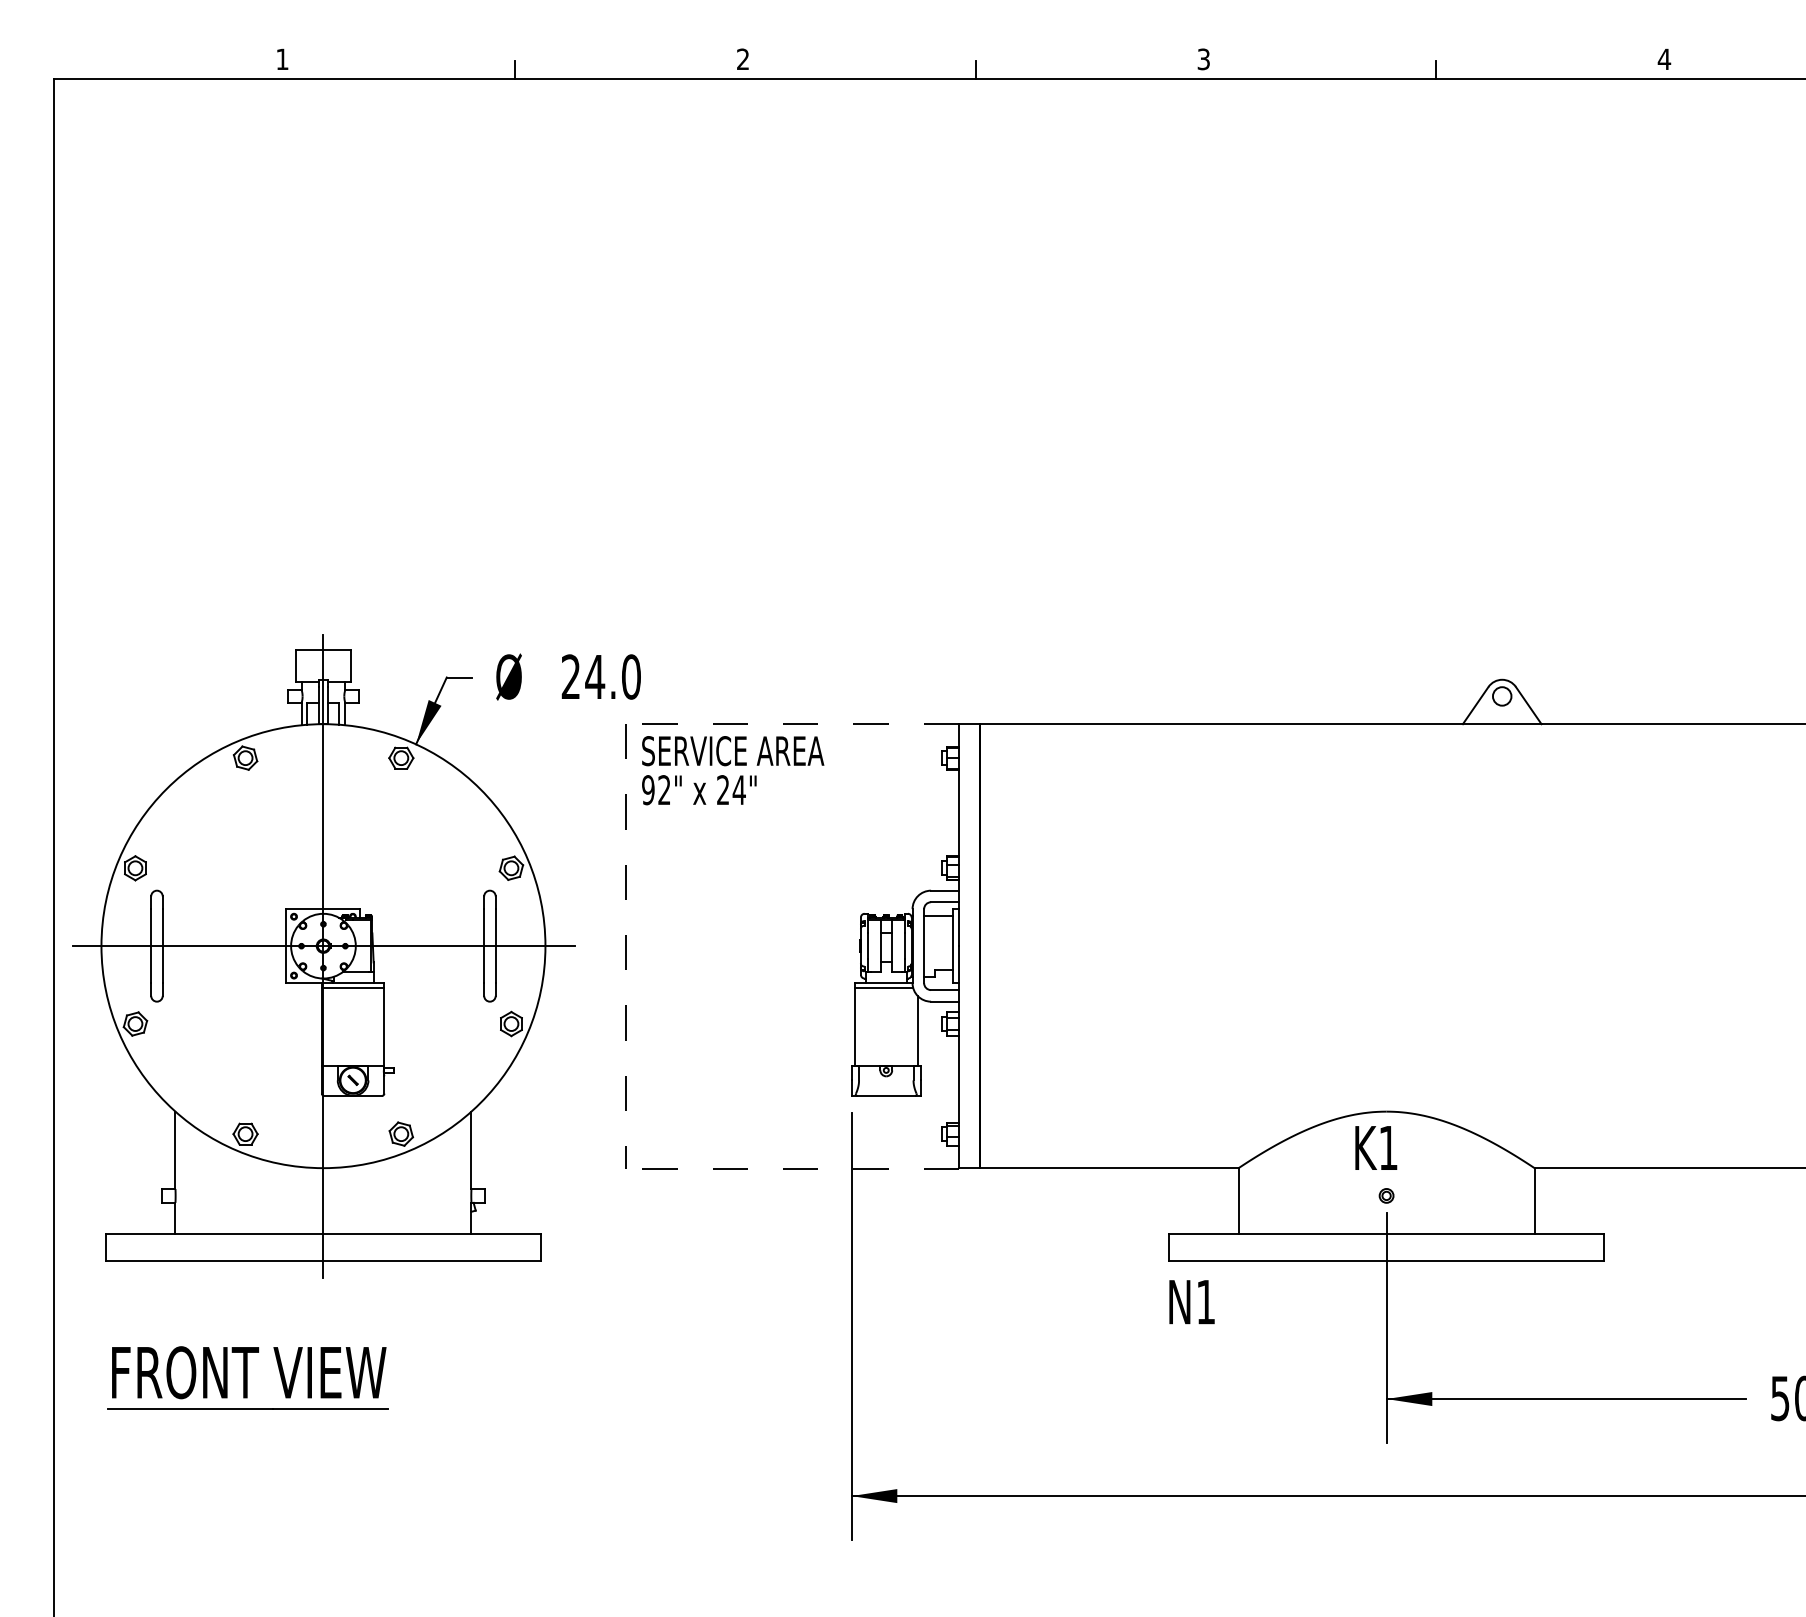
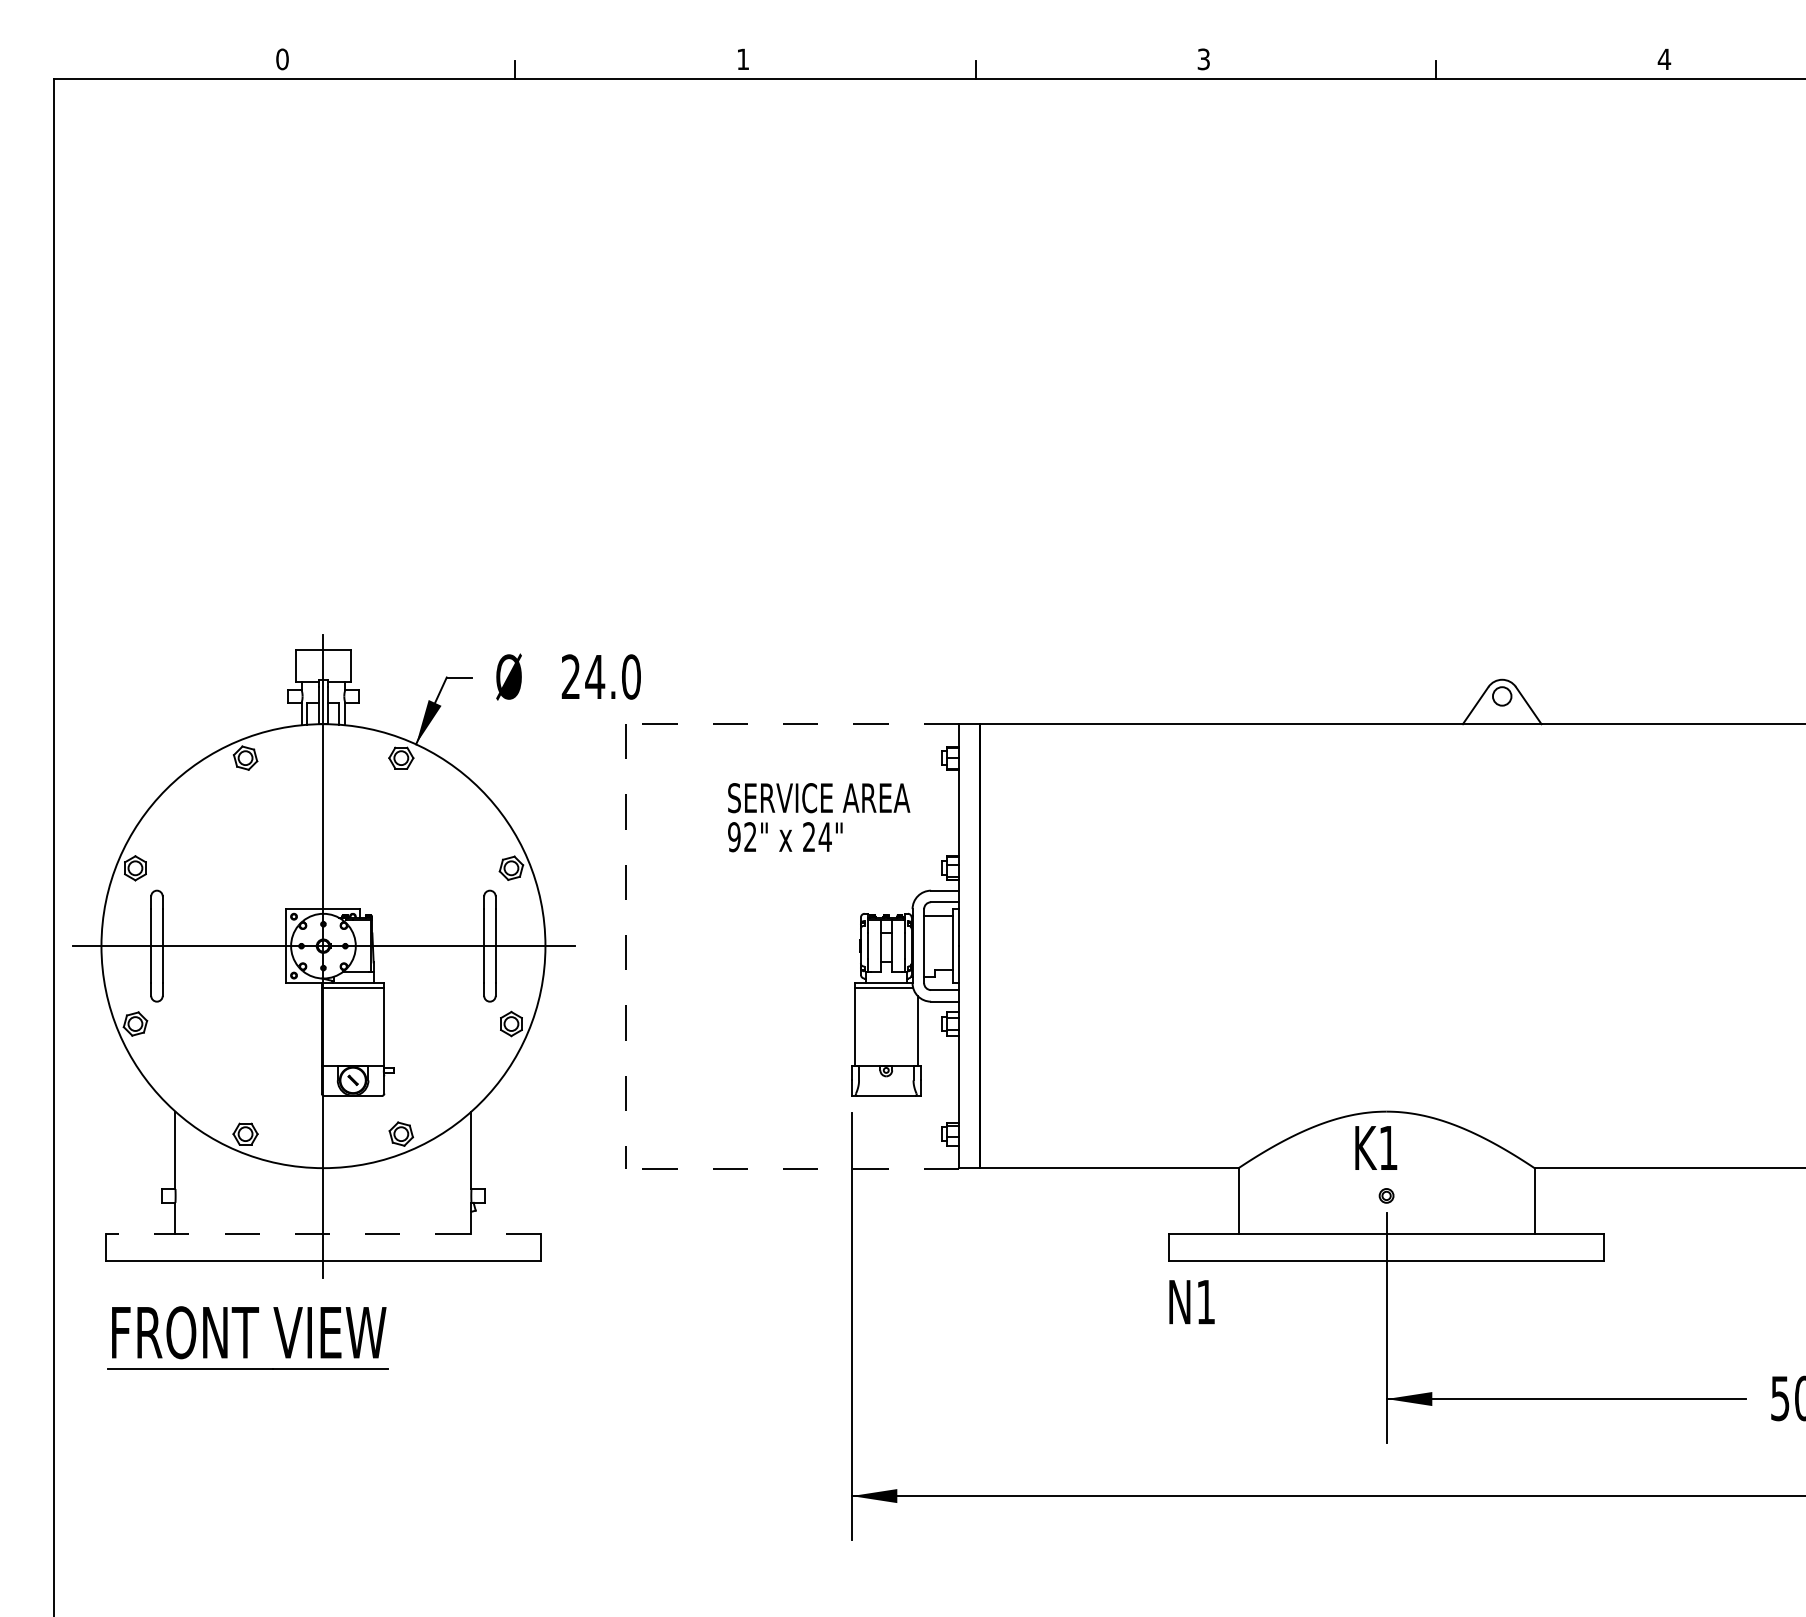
text at (742, 58): 2 -> 1
text at (282, 59): 1 -> 0
text at (733, 770) position: (733, 770) -> (819, 817)
line at (322, 1234): solid -> dashed
part at (247, 1377) position: (247, 1377) -> (247, 1337)
